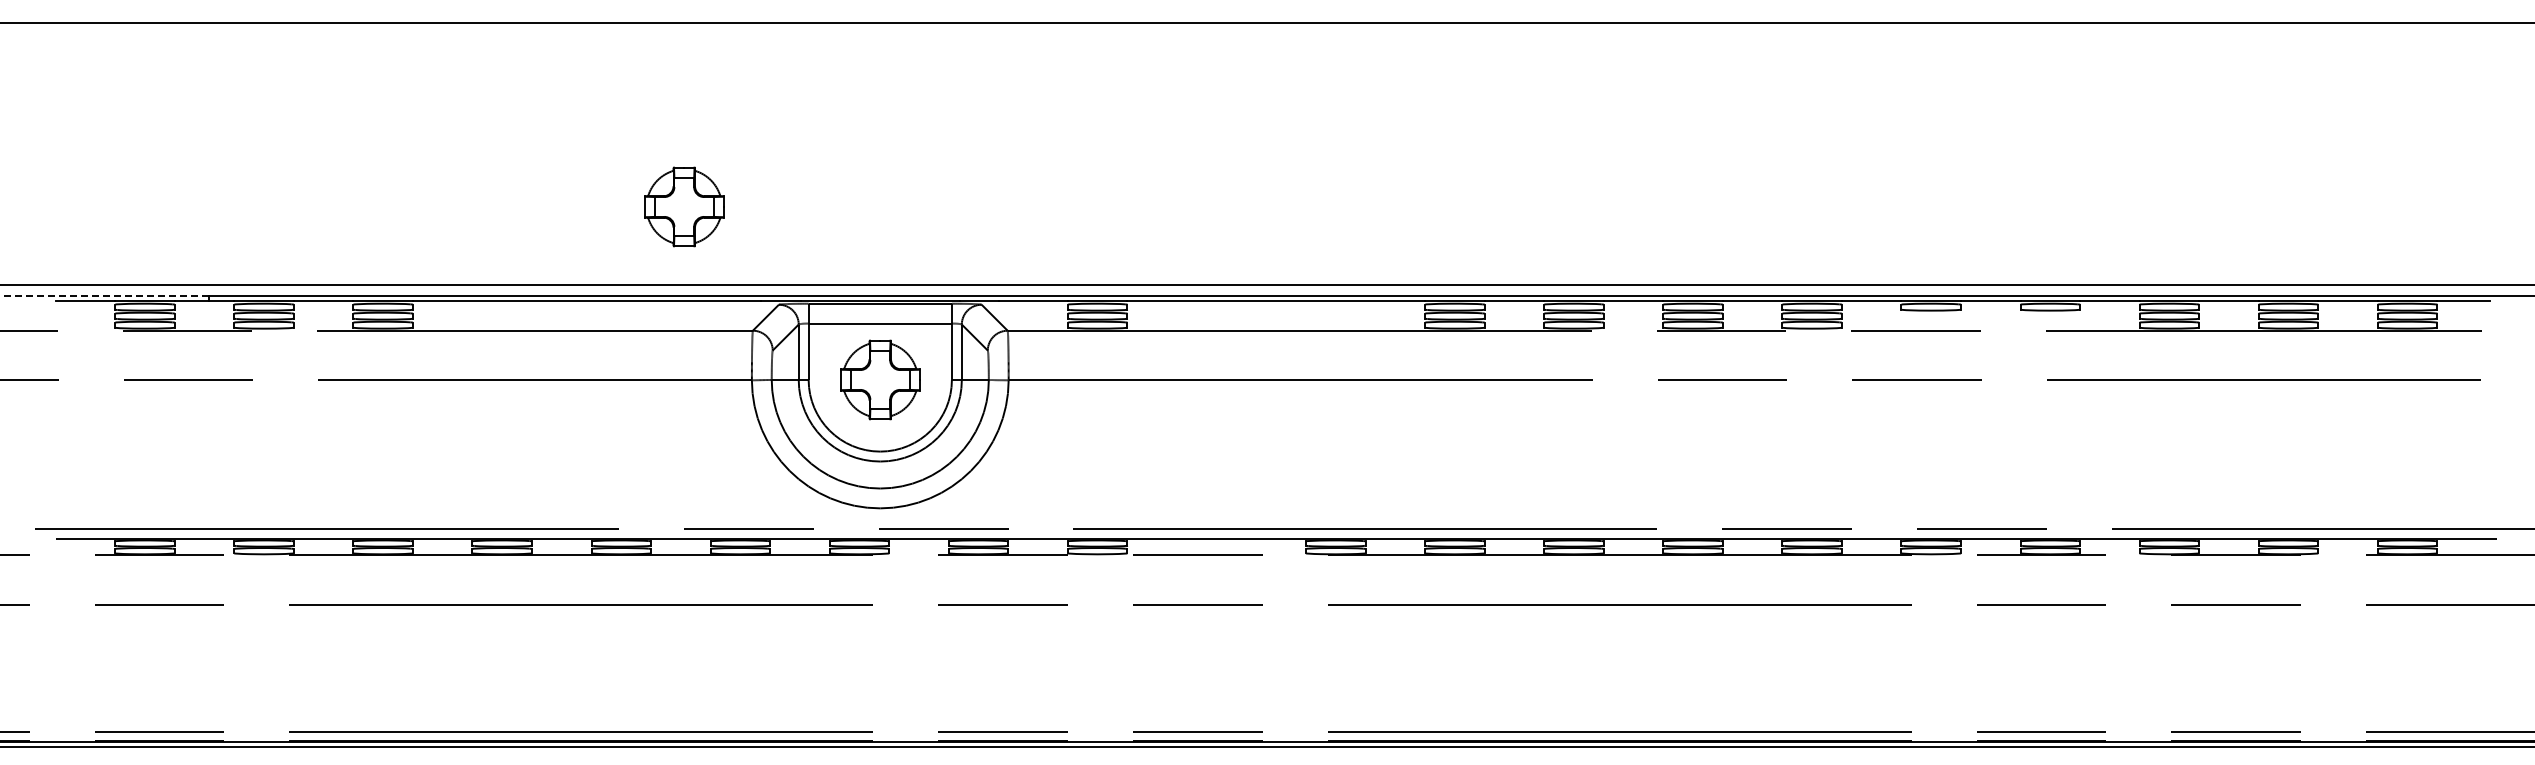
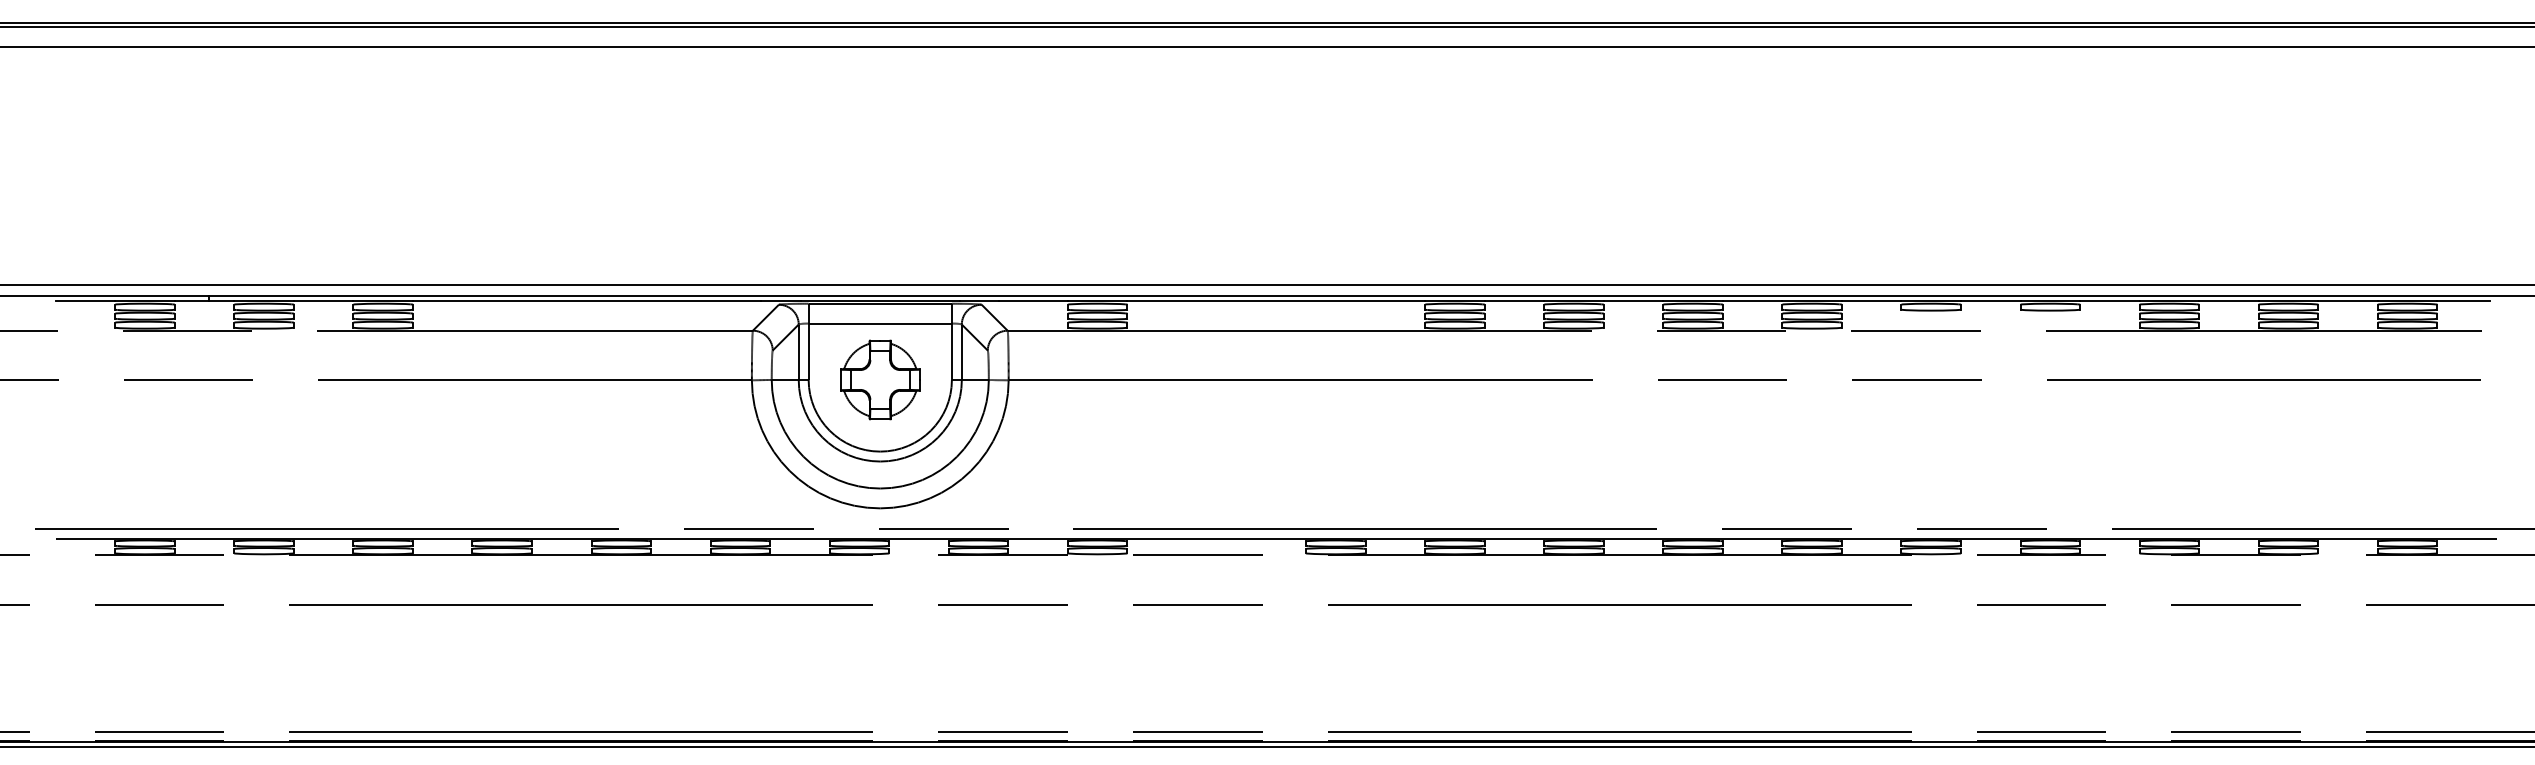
line at (1266, 26): none -> present
line at (1266, 46): none -> present
part at (684, 206): present -> none
line at (104, 295): dashed -> solid
